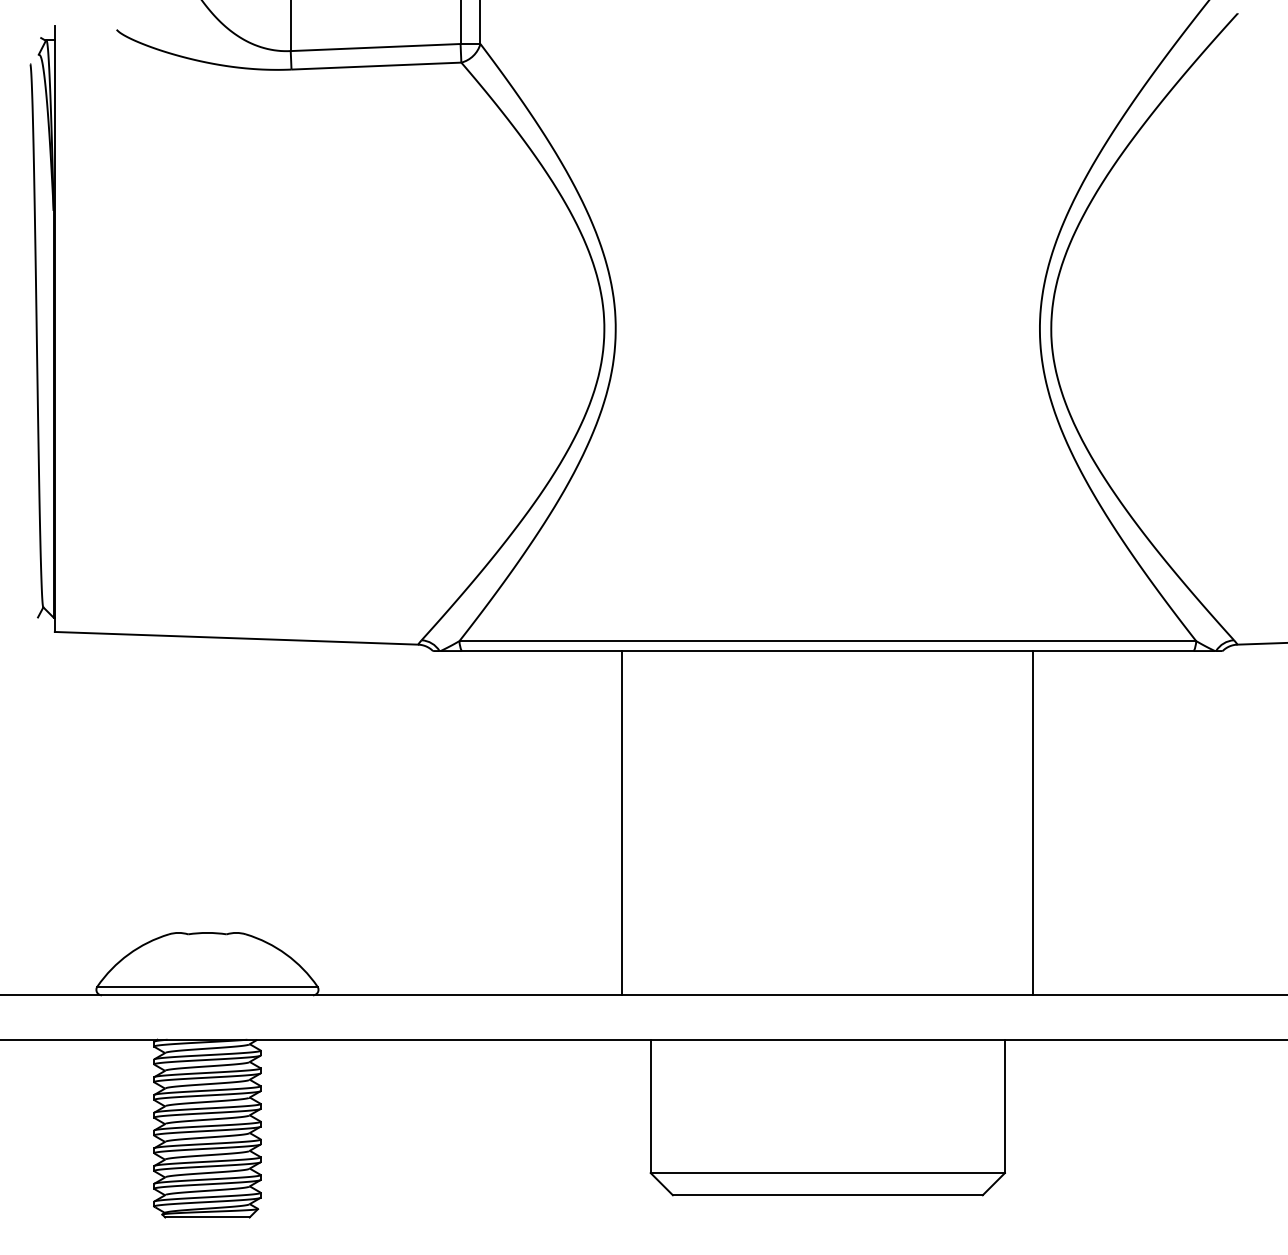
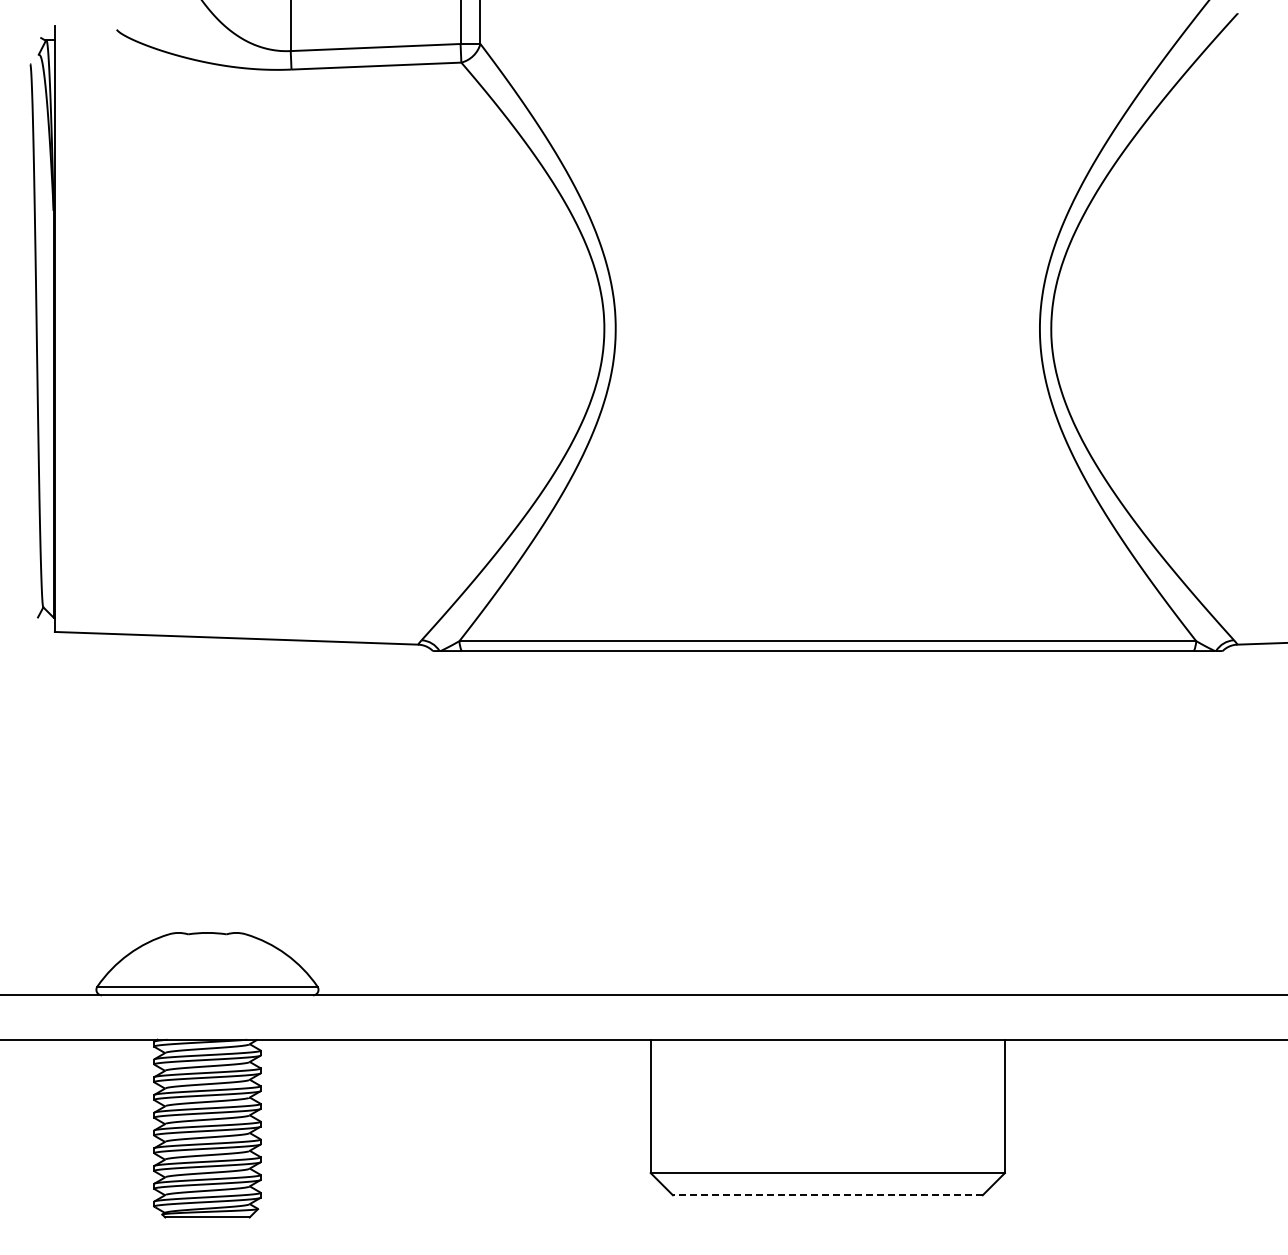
line at (622, 823): present -> none
line at (1033, 823): present -> none
line at (827, 1195): solid -> dashed
